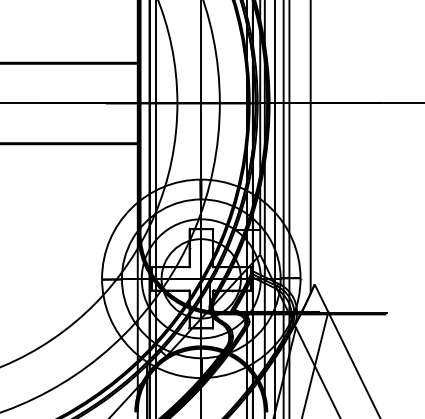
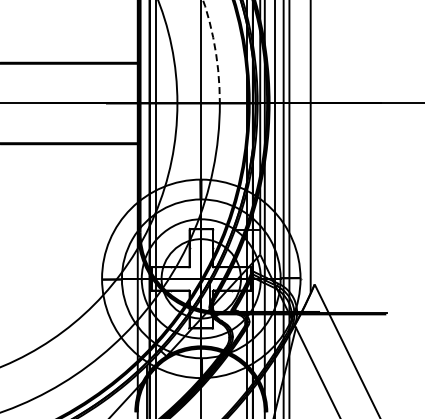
arc at (215, 50): solid -> dashed
line at (315, 363): present -> none
